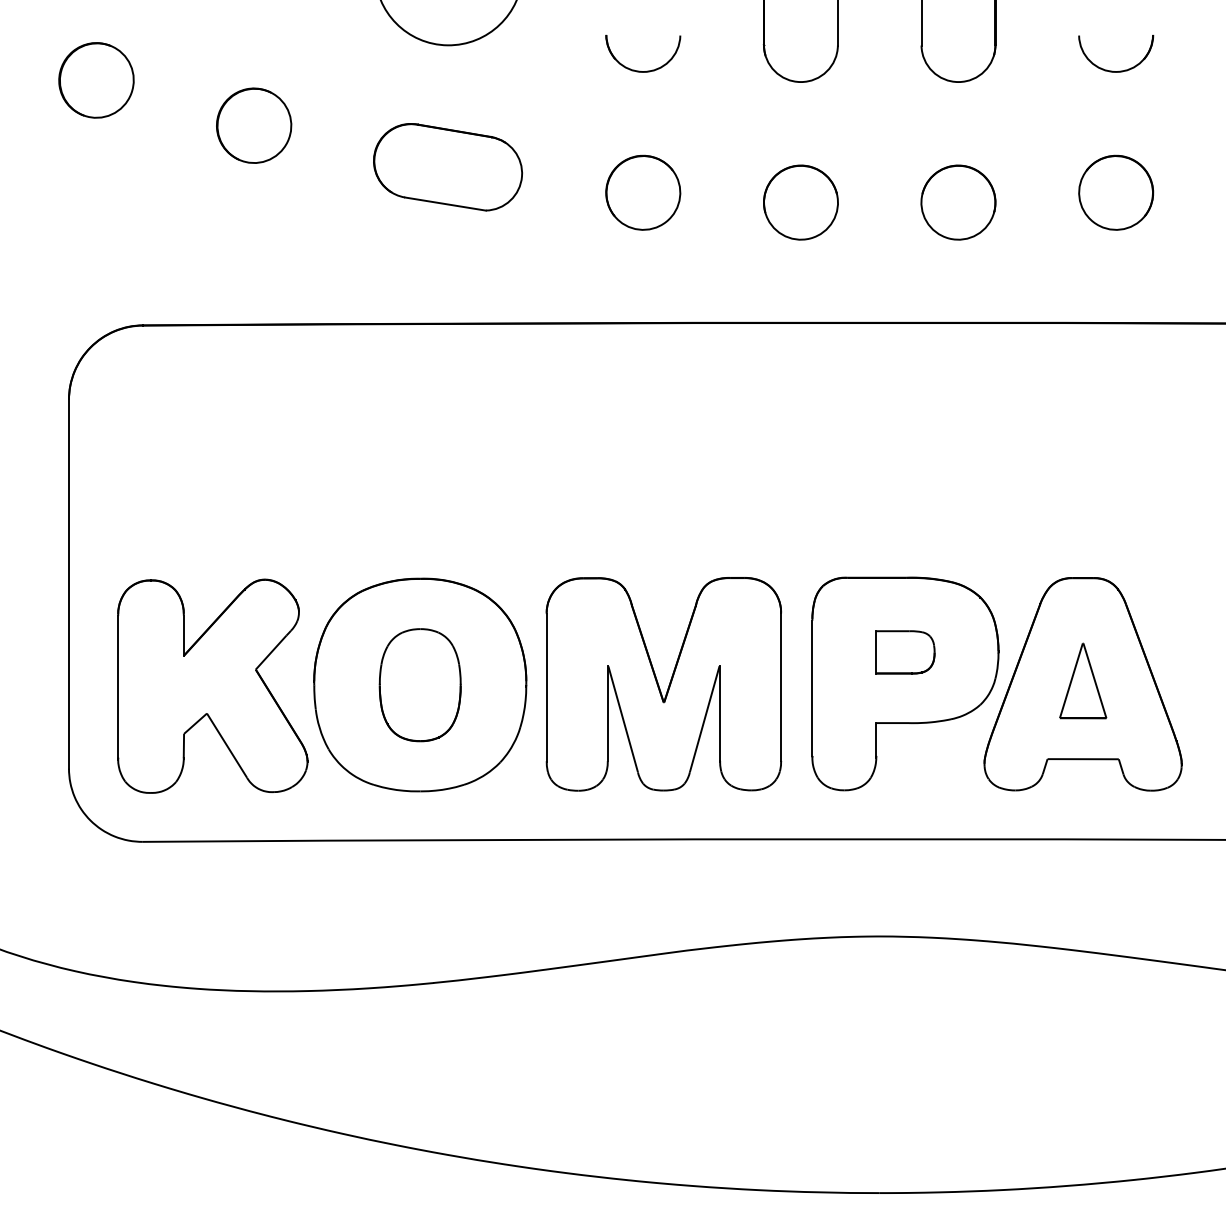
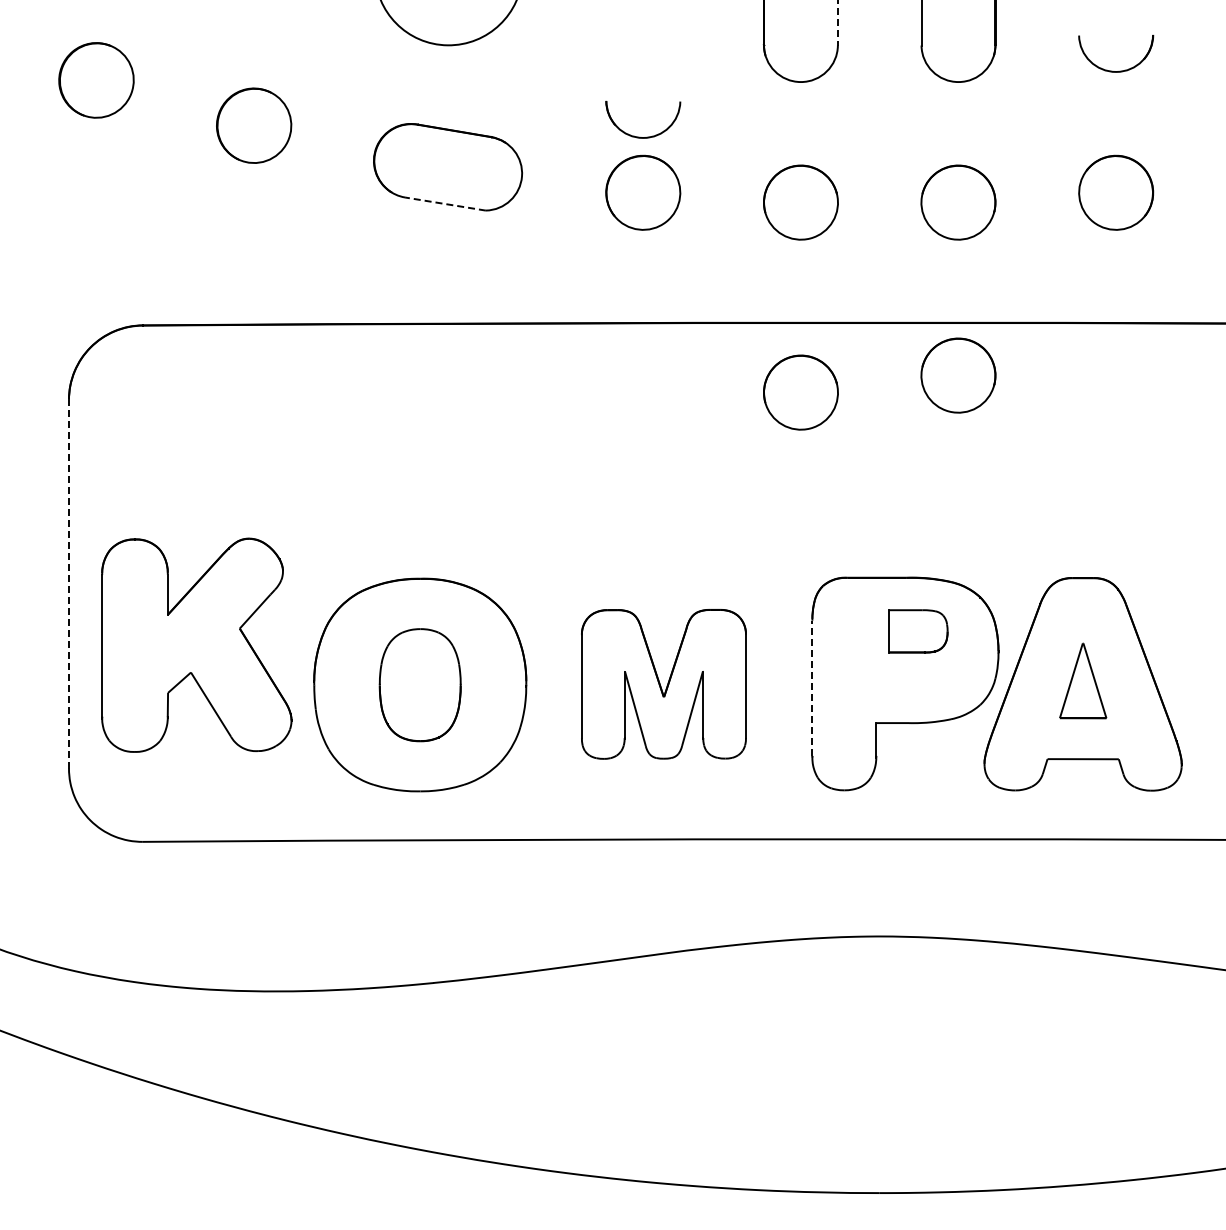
line at (837, 24): solid -> dashed
part at (639, 70) position: (639, 70) -> (639, 136)
line at (445, 204): solid -> dashed
part at (958, 375): none -> present
part at (800, 392): none -> present
line at (68, 584): solid -> dashed
part at (905, 652) position: (905, 652) -> (918, 631)
part at (663, 684) size: 238x215 px -> 166x151 px
part at (212, 685) position: (212, 685) -> (196, 644)
line at (812, 688): solid -> dashed
